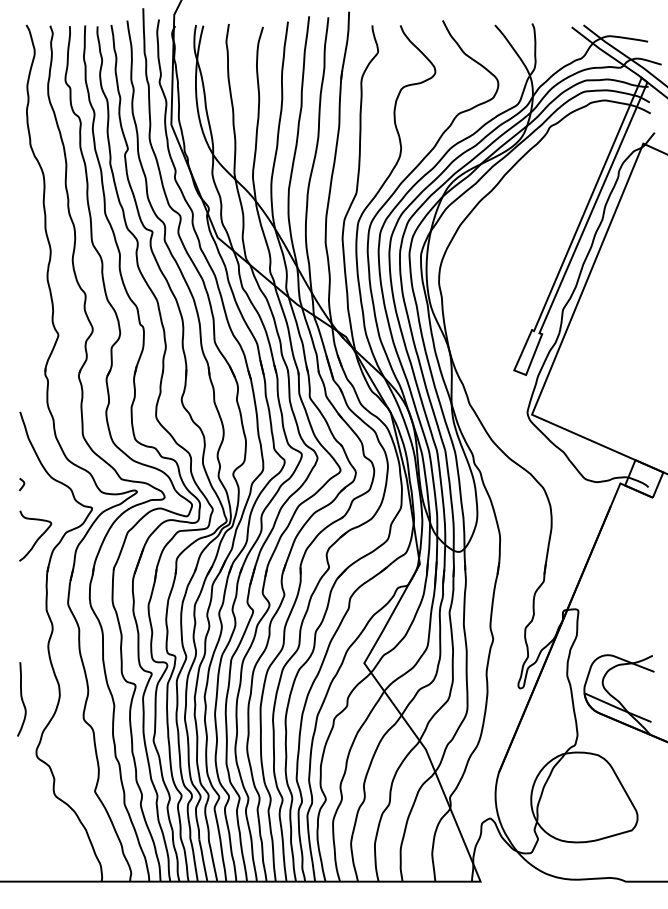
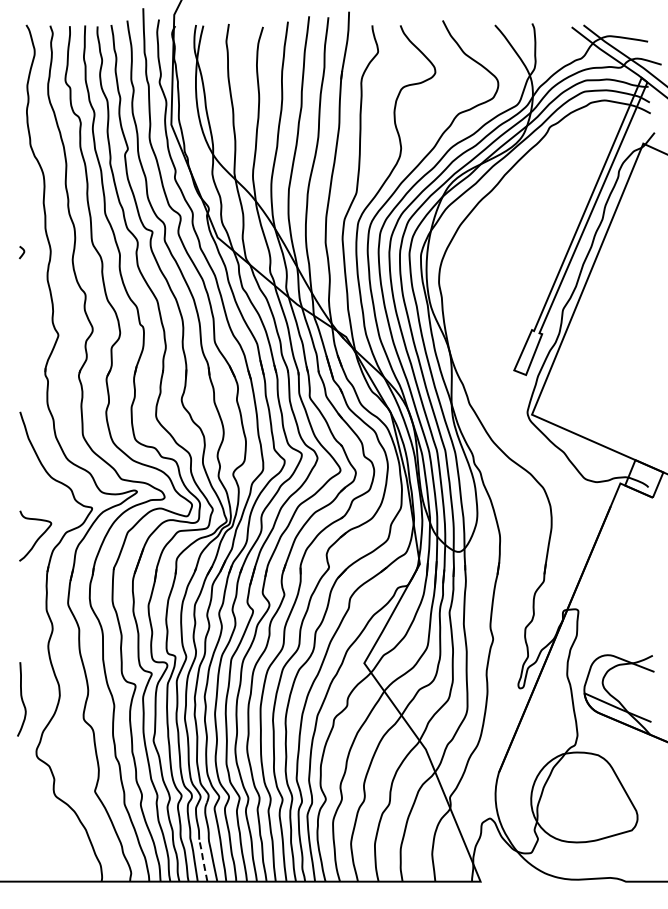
curve at (23, 484) position: (23, 484) -> (23, 252)
line at (203, 859): solid -> dashed
